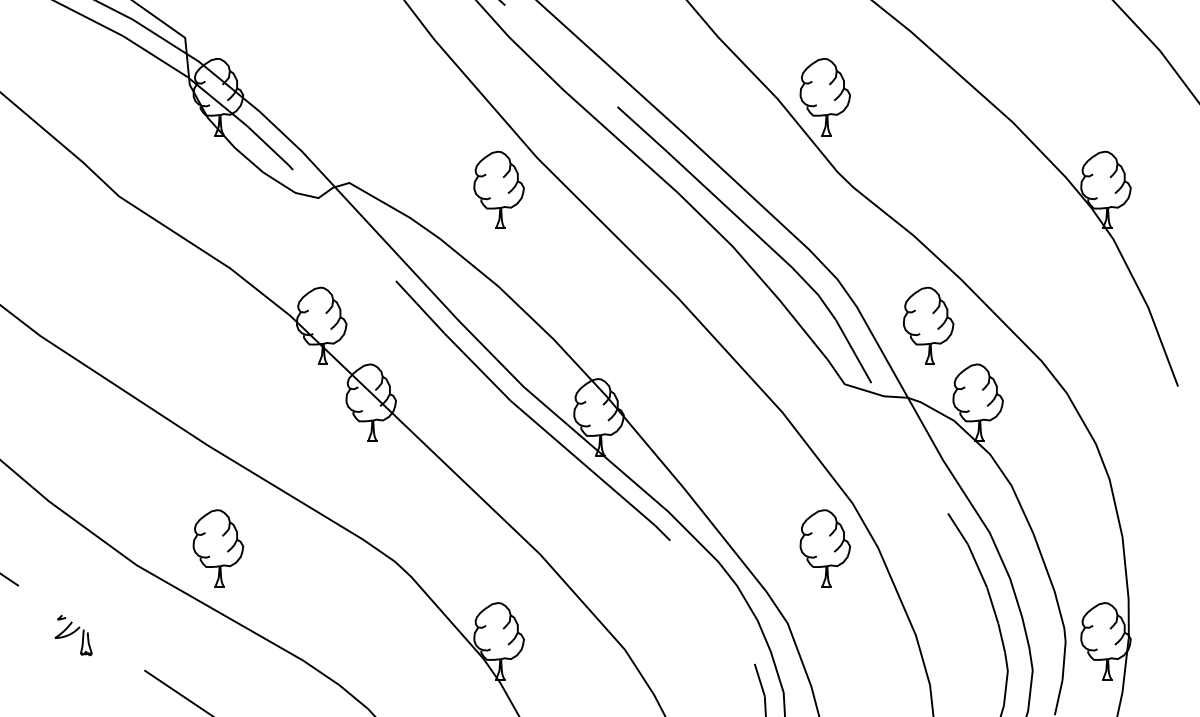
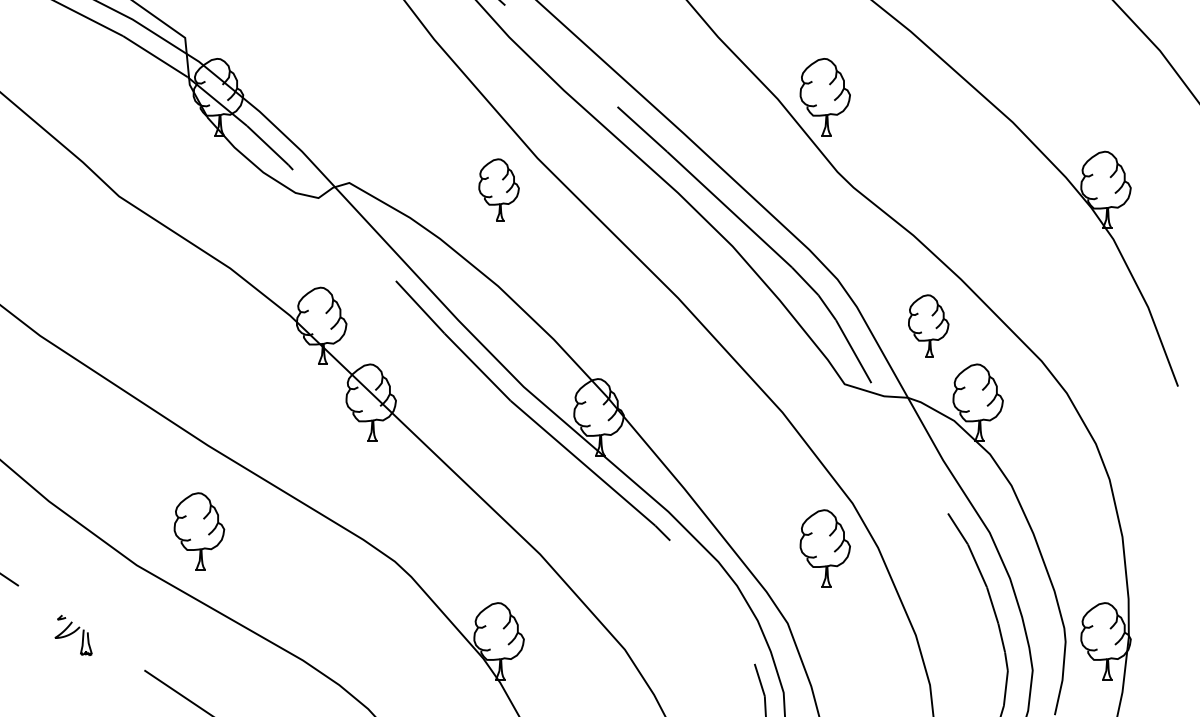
part at (498, 189) size: 52x79 px -> 42x64 px
part at (928, 325) size: 52x79 px -> 42x64 px
part at (218, 548) position: (218, 548) -> (199, 531)
